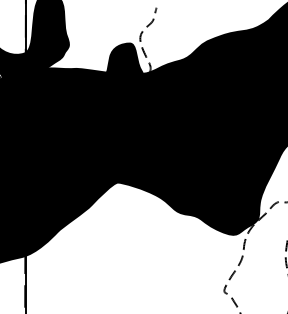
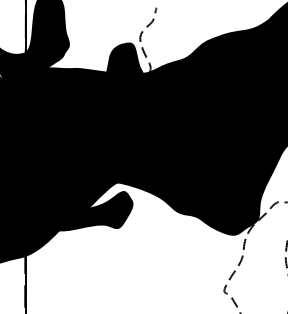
fill at (91, 211): none -> present
